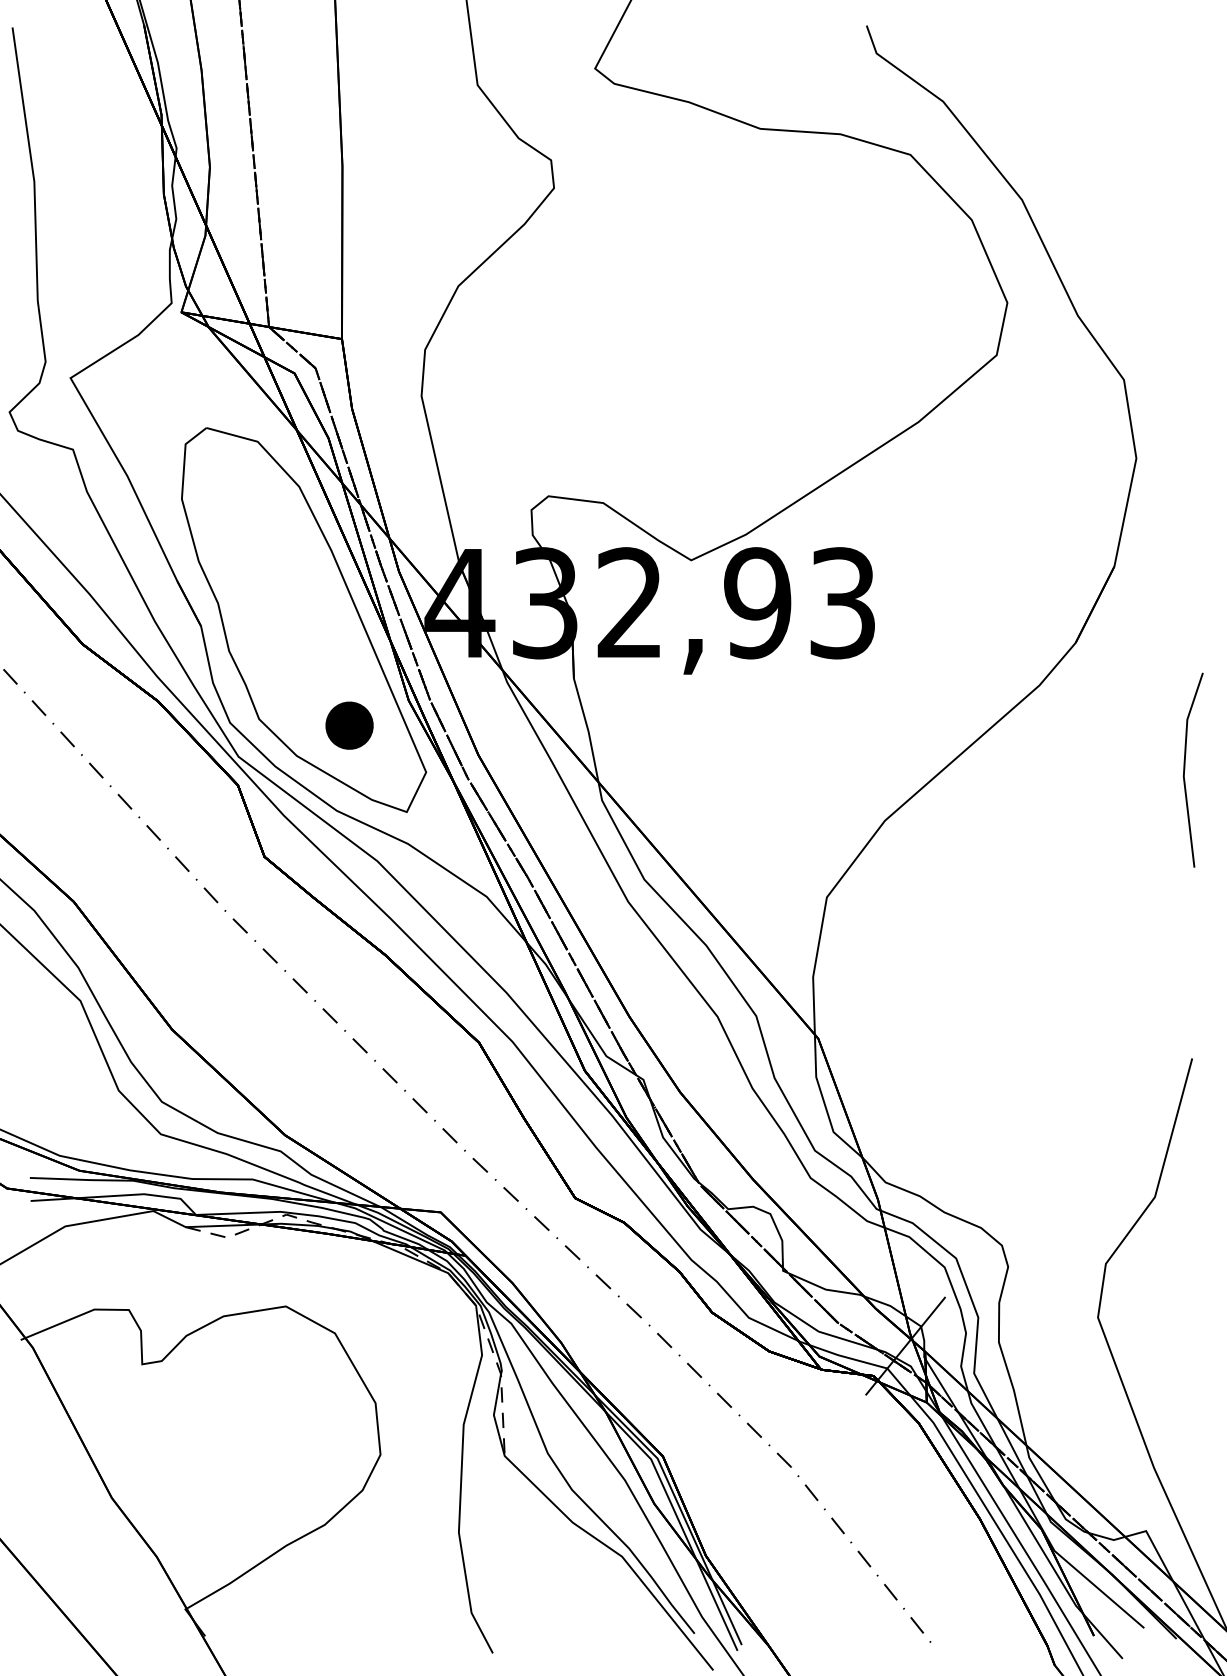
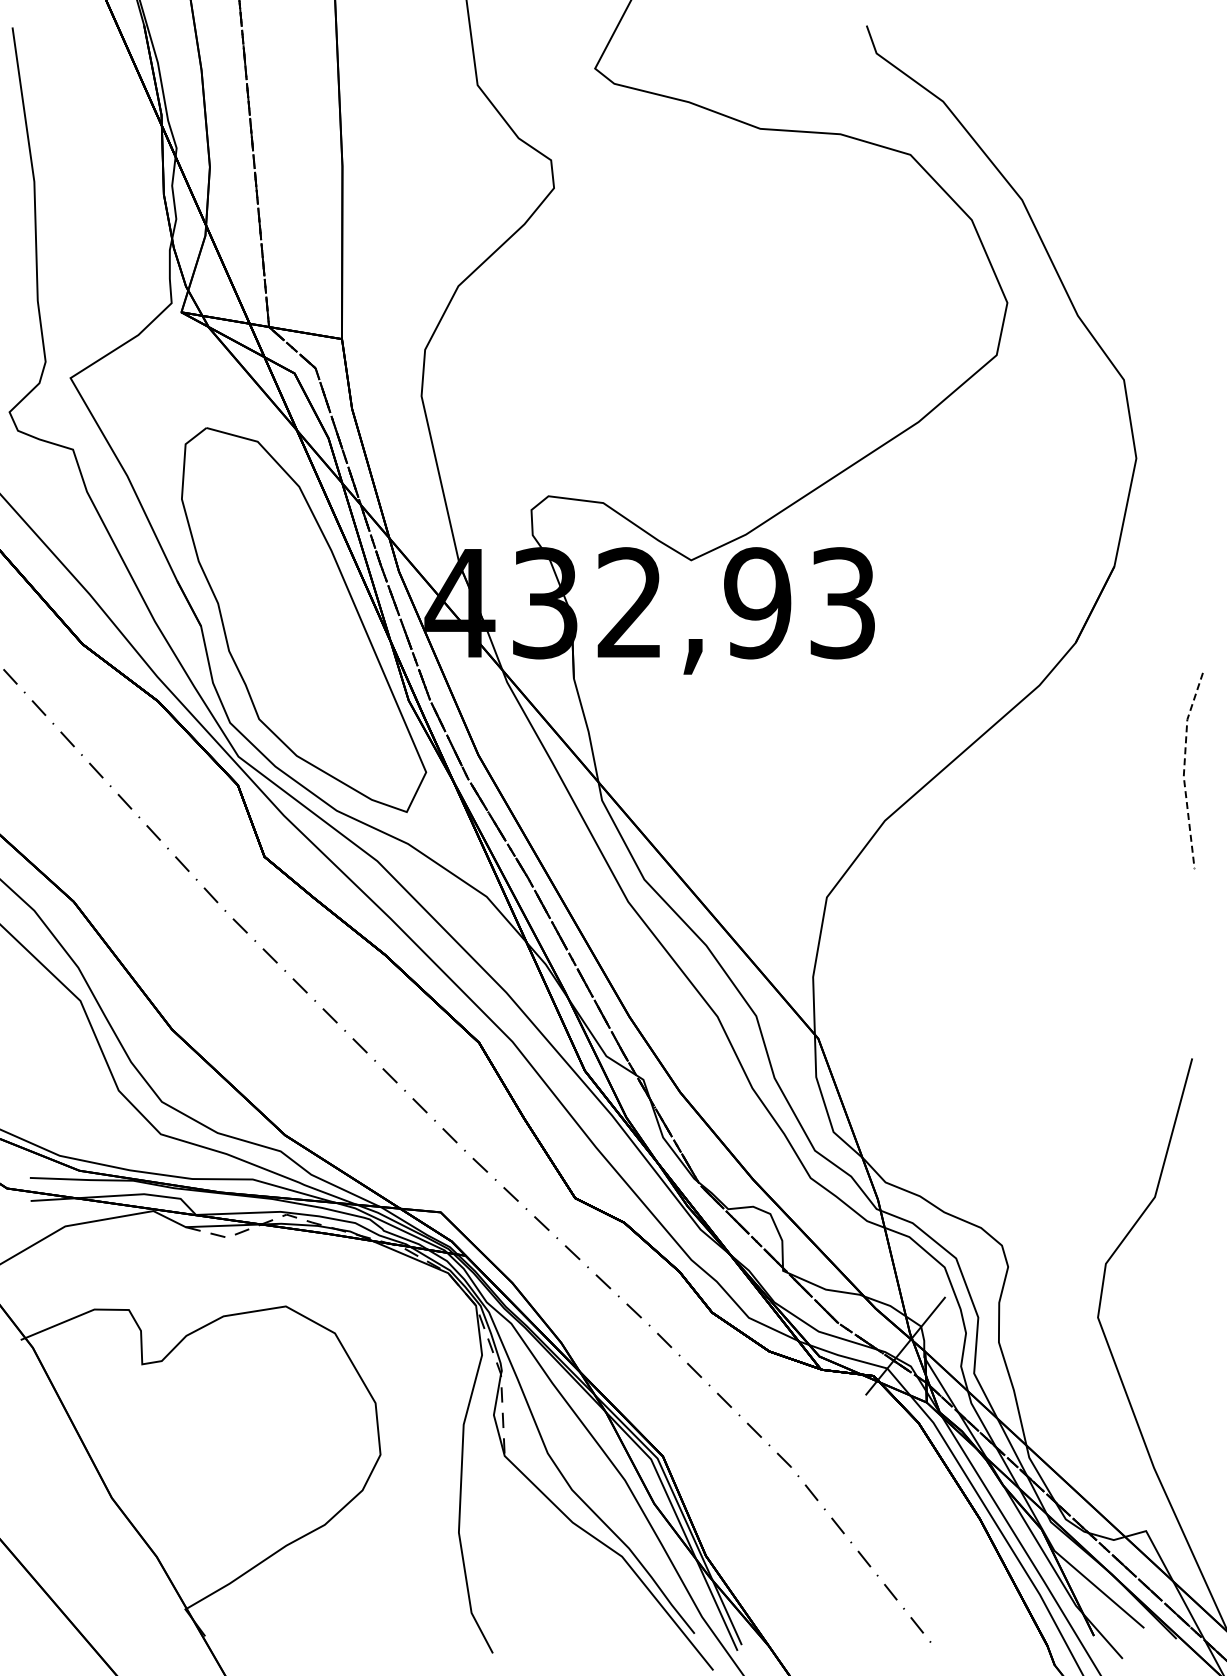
part at (349, 725): present -> none
line at (1184, 769): solid -> dashed
